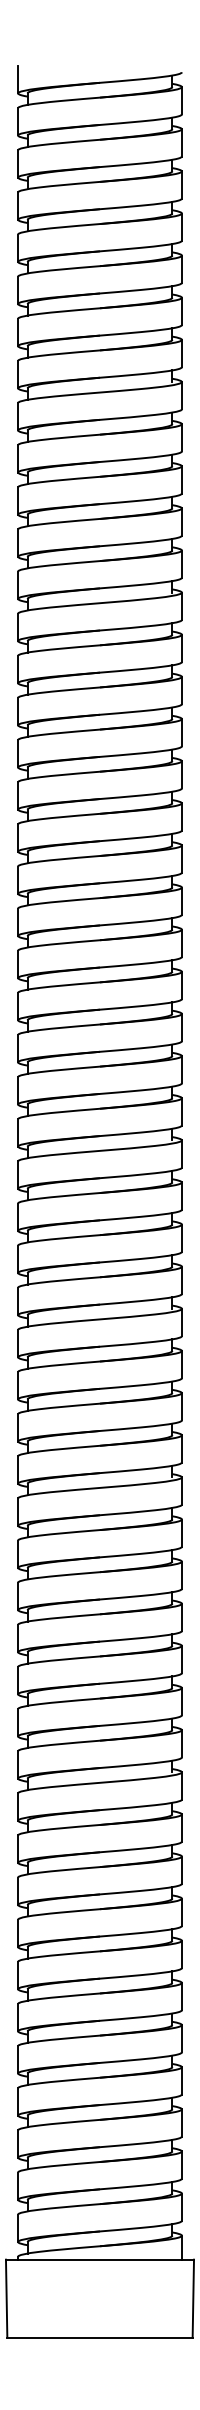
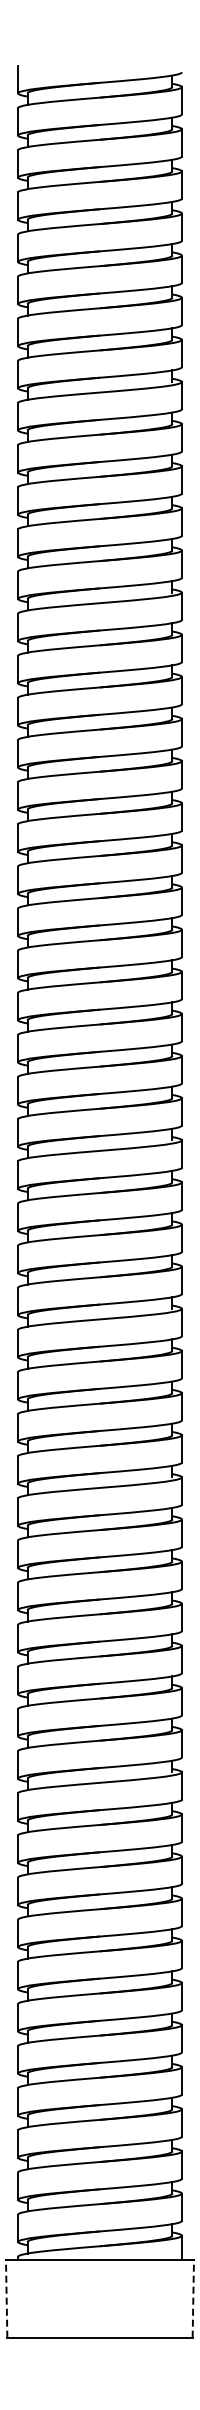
line at (6, 2298): solid -> dashed
line at (193, 2298): solid -> dashed
